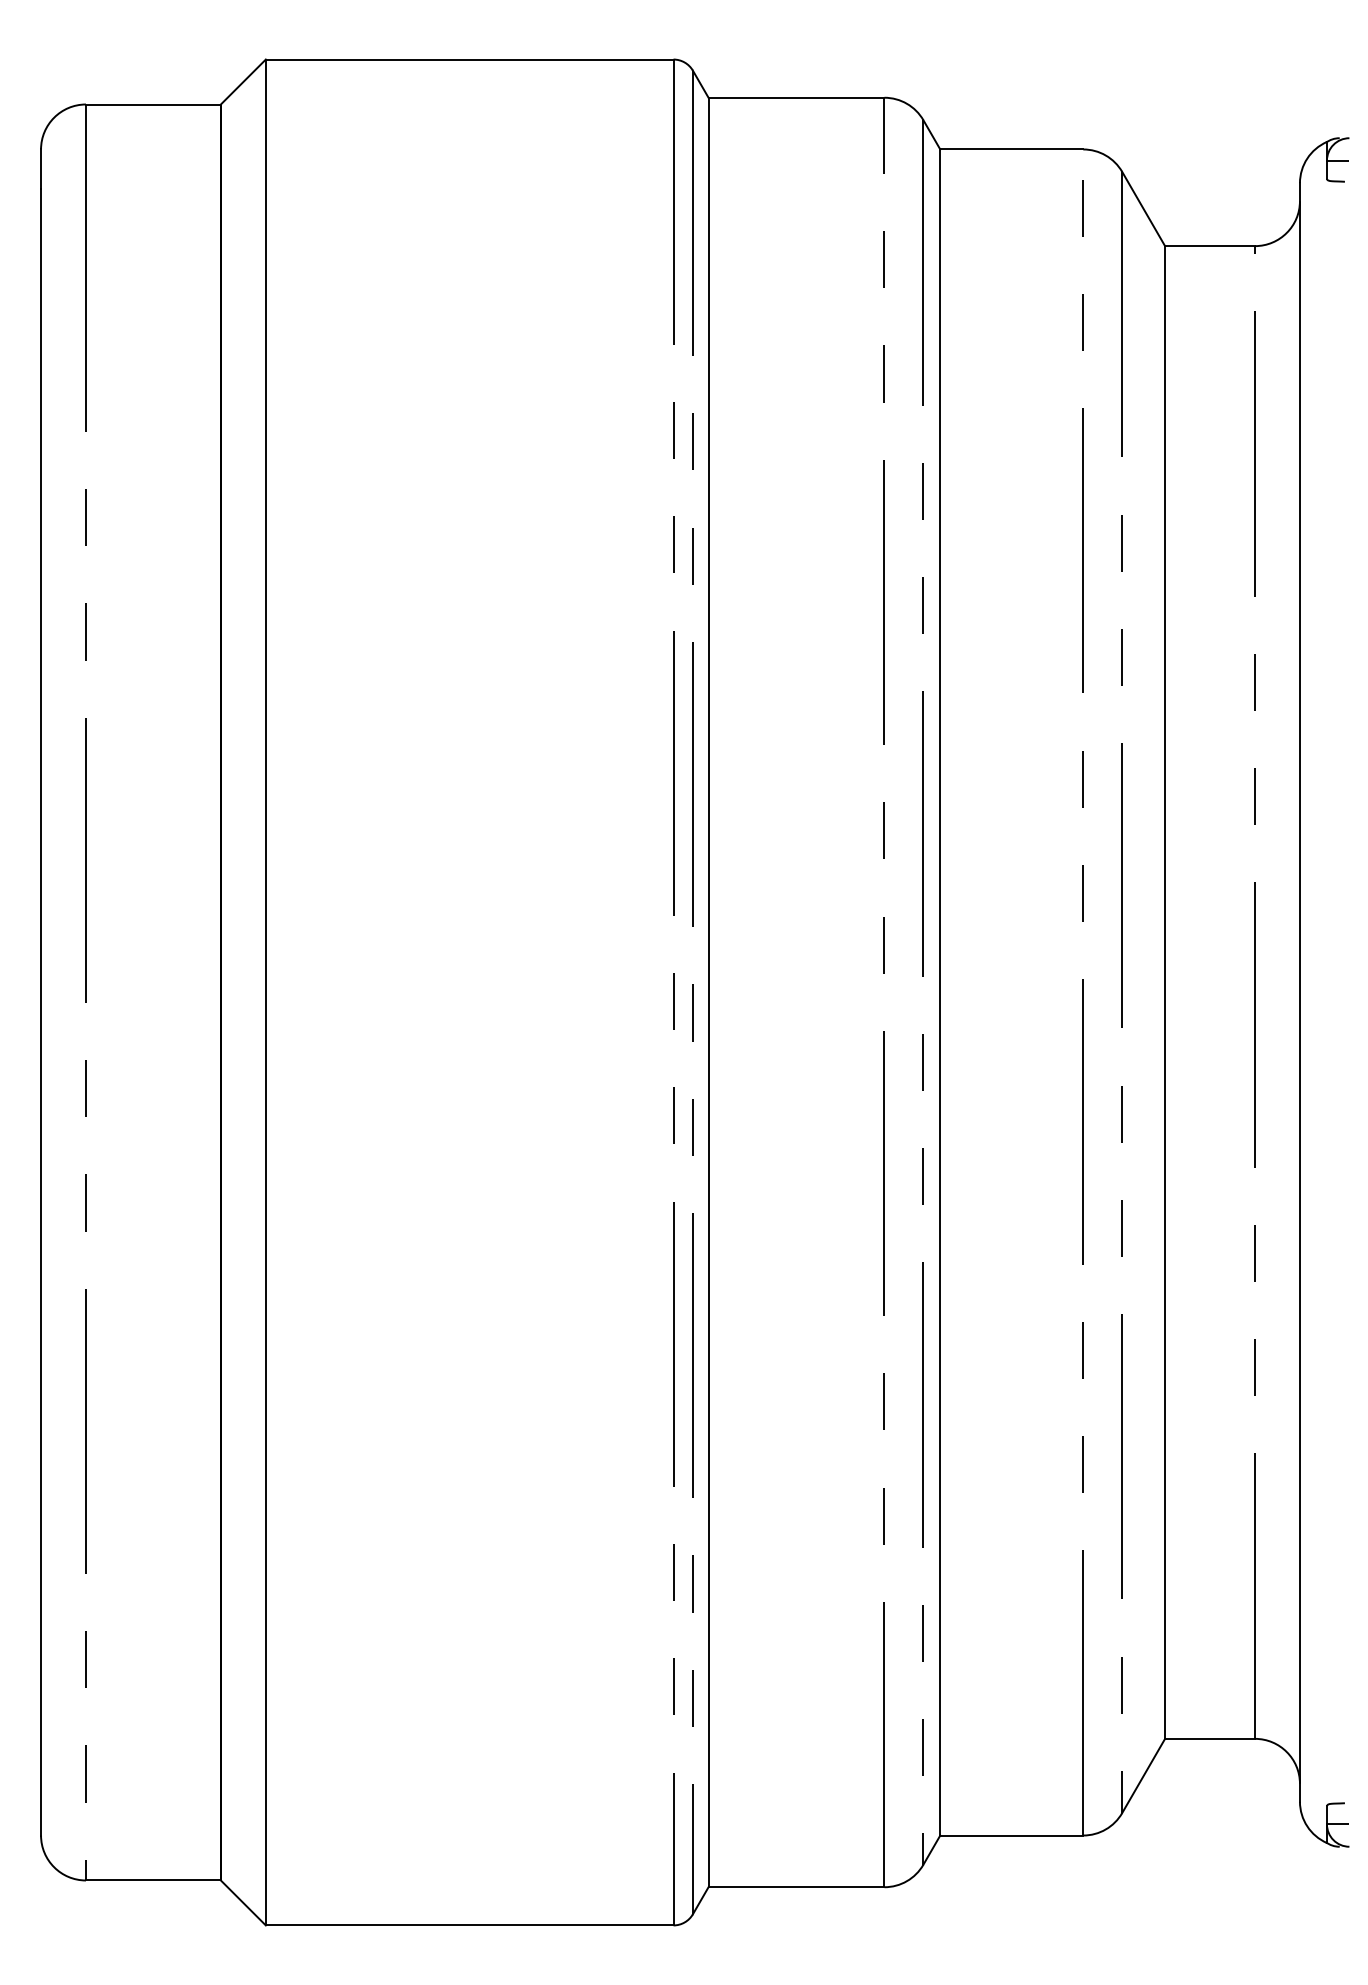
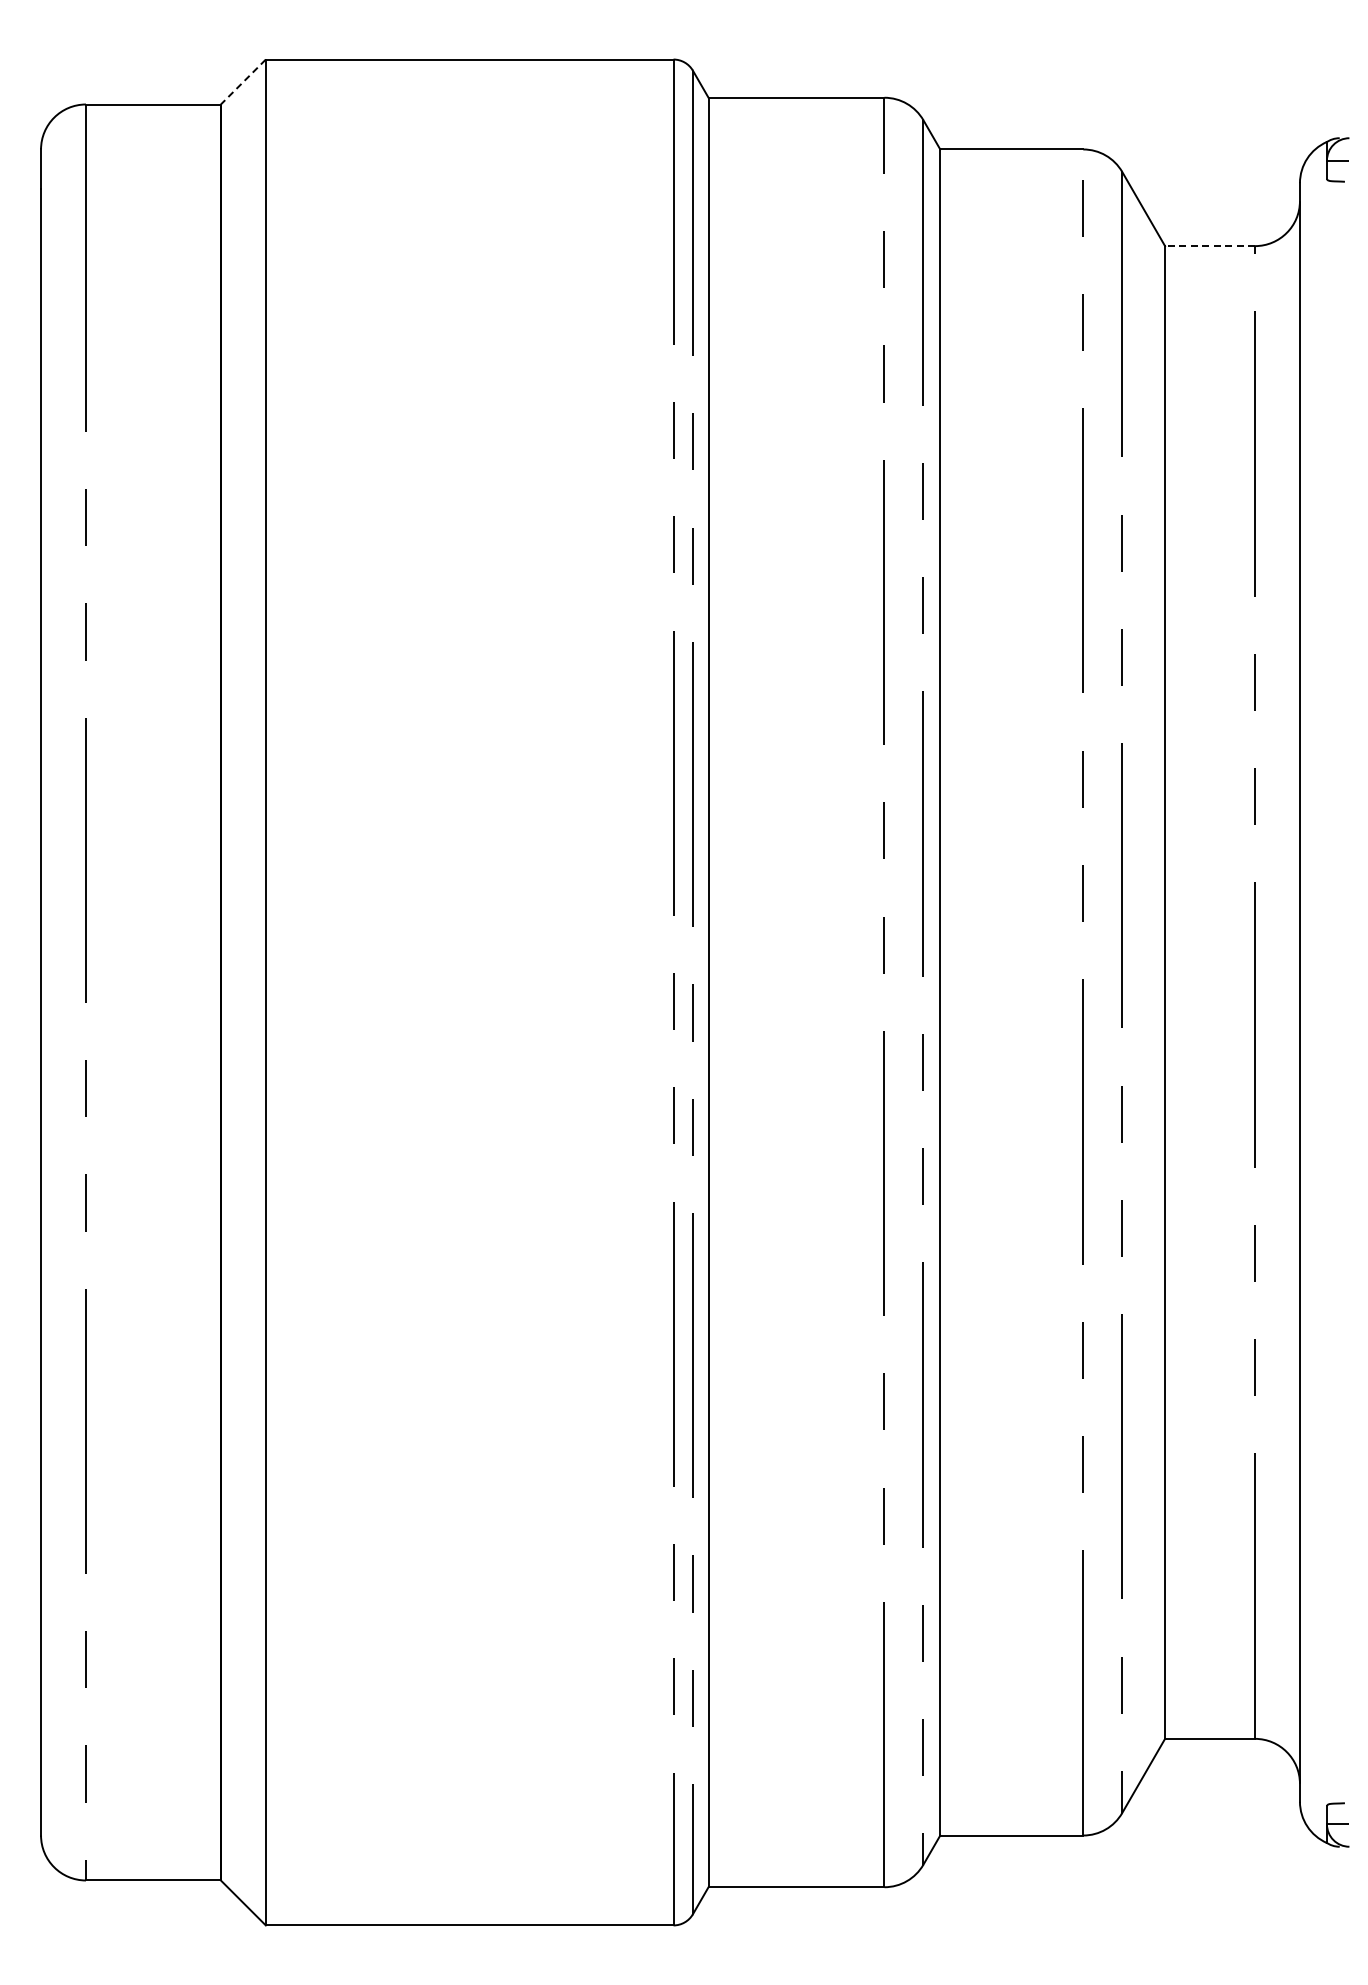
line at (243, 82): solid -> dashed
line at (1210, 246): solid -> dashed
